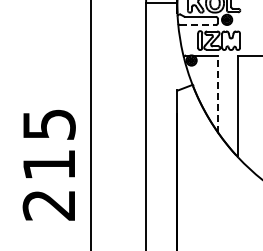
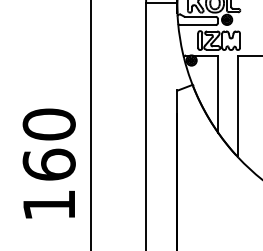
line at (198, 25): dashed -> solid
line at (218, 94): dashed -> solid
text at (48, 164): 215 -> 160
